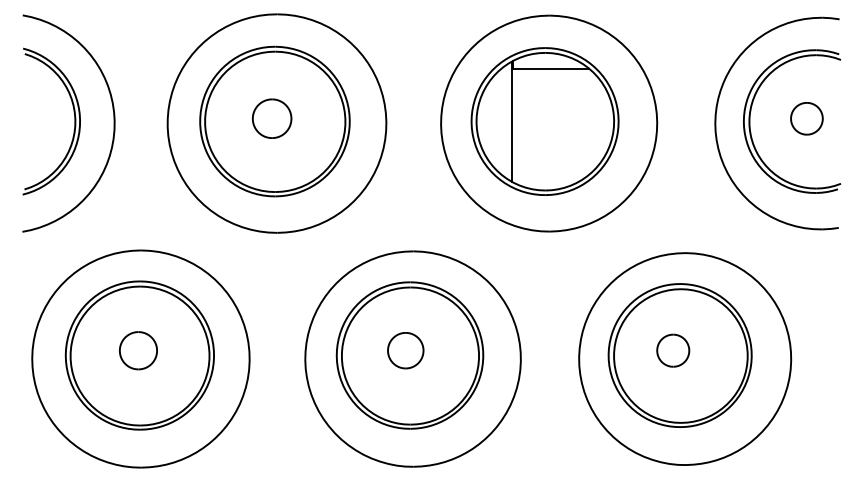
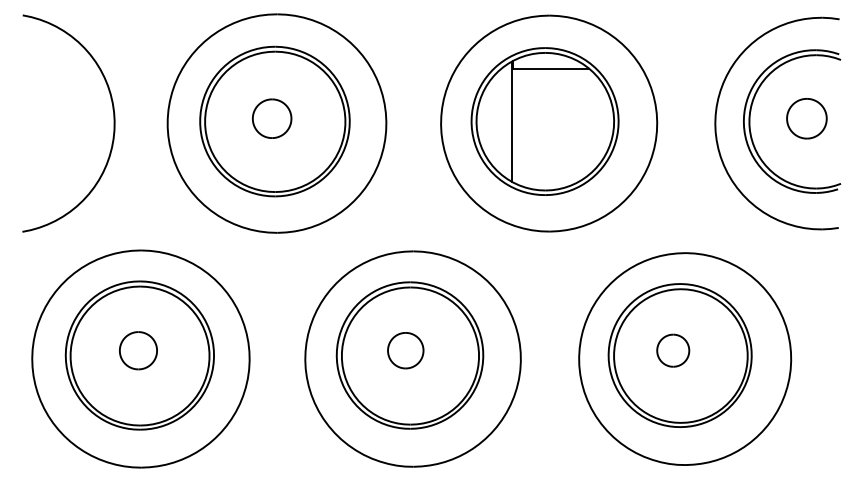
part at (806, 118) size: 34x34 px -> 42x42 px
part at (74, 121): present -> none
